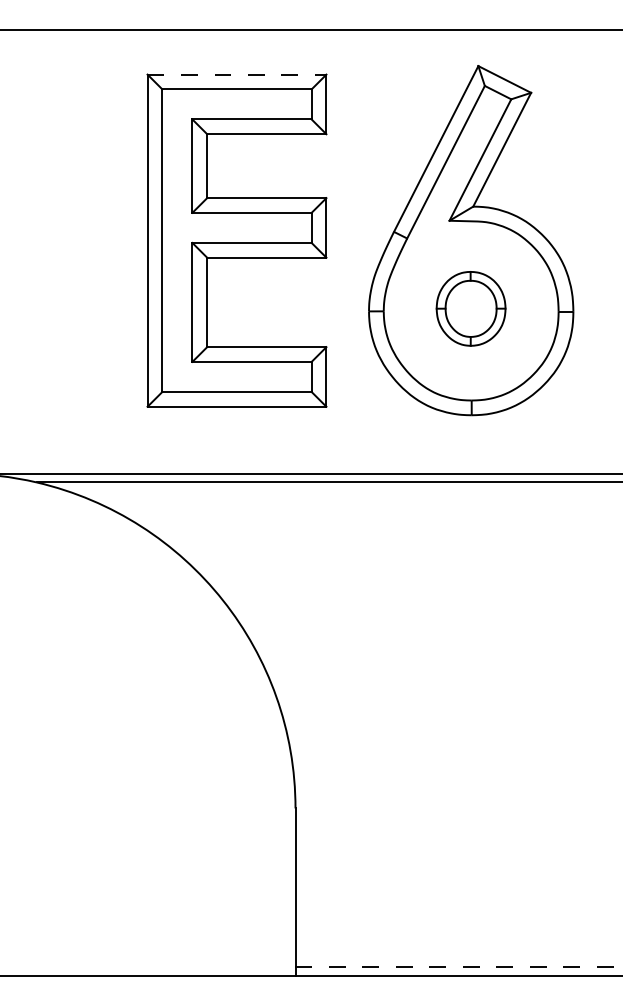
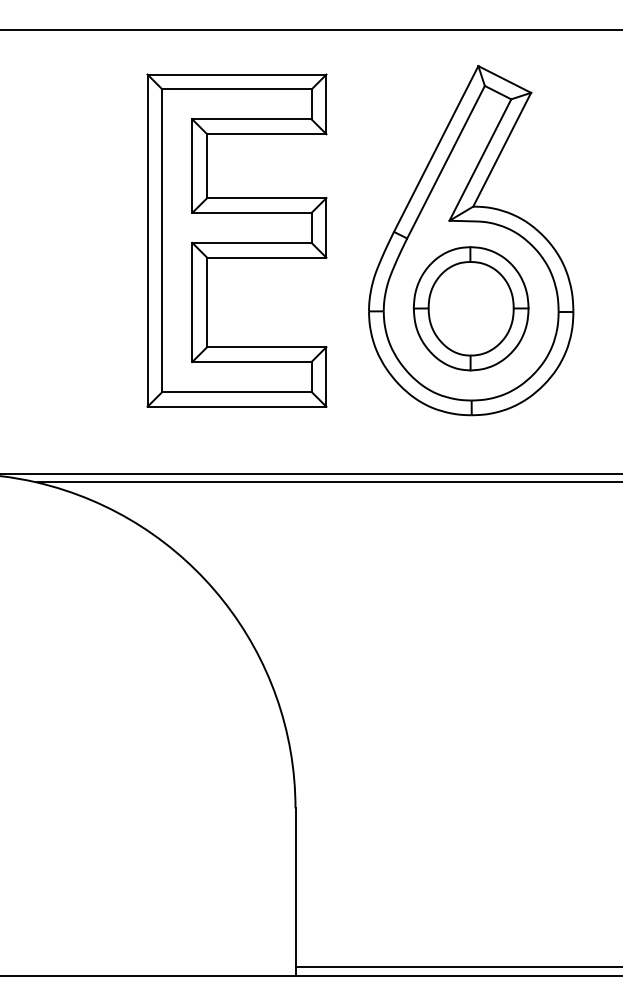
line at (237, 74): dashed -> solid
part at (470, 308) size: 72x76 px -> 118x126 px
line at (459, 967): dashed -> solid
